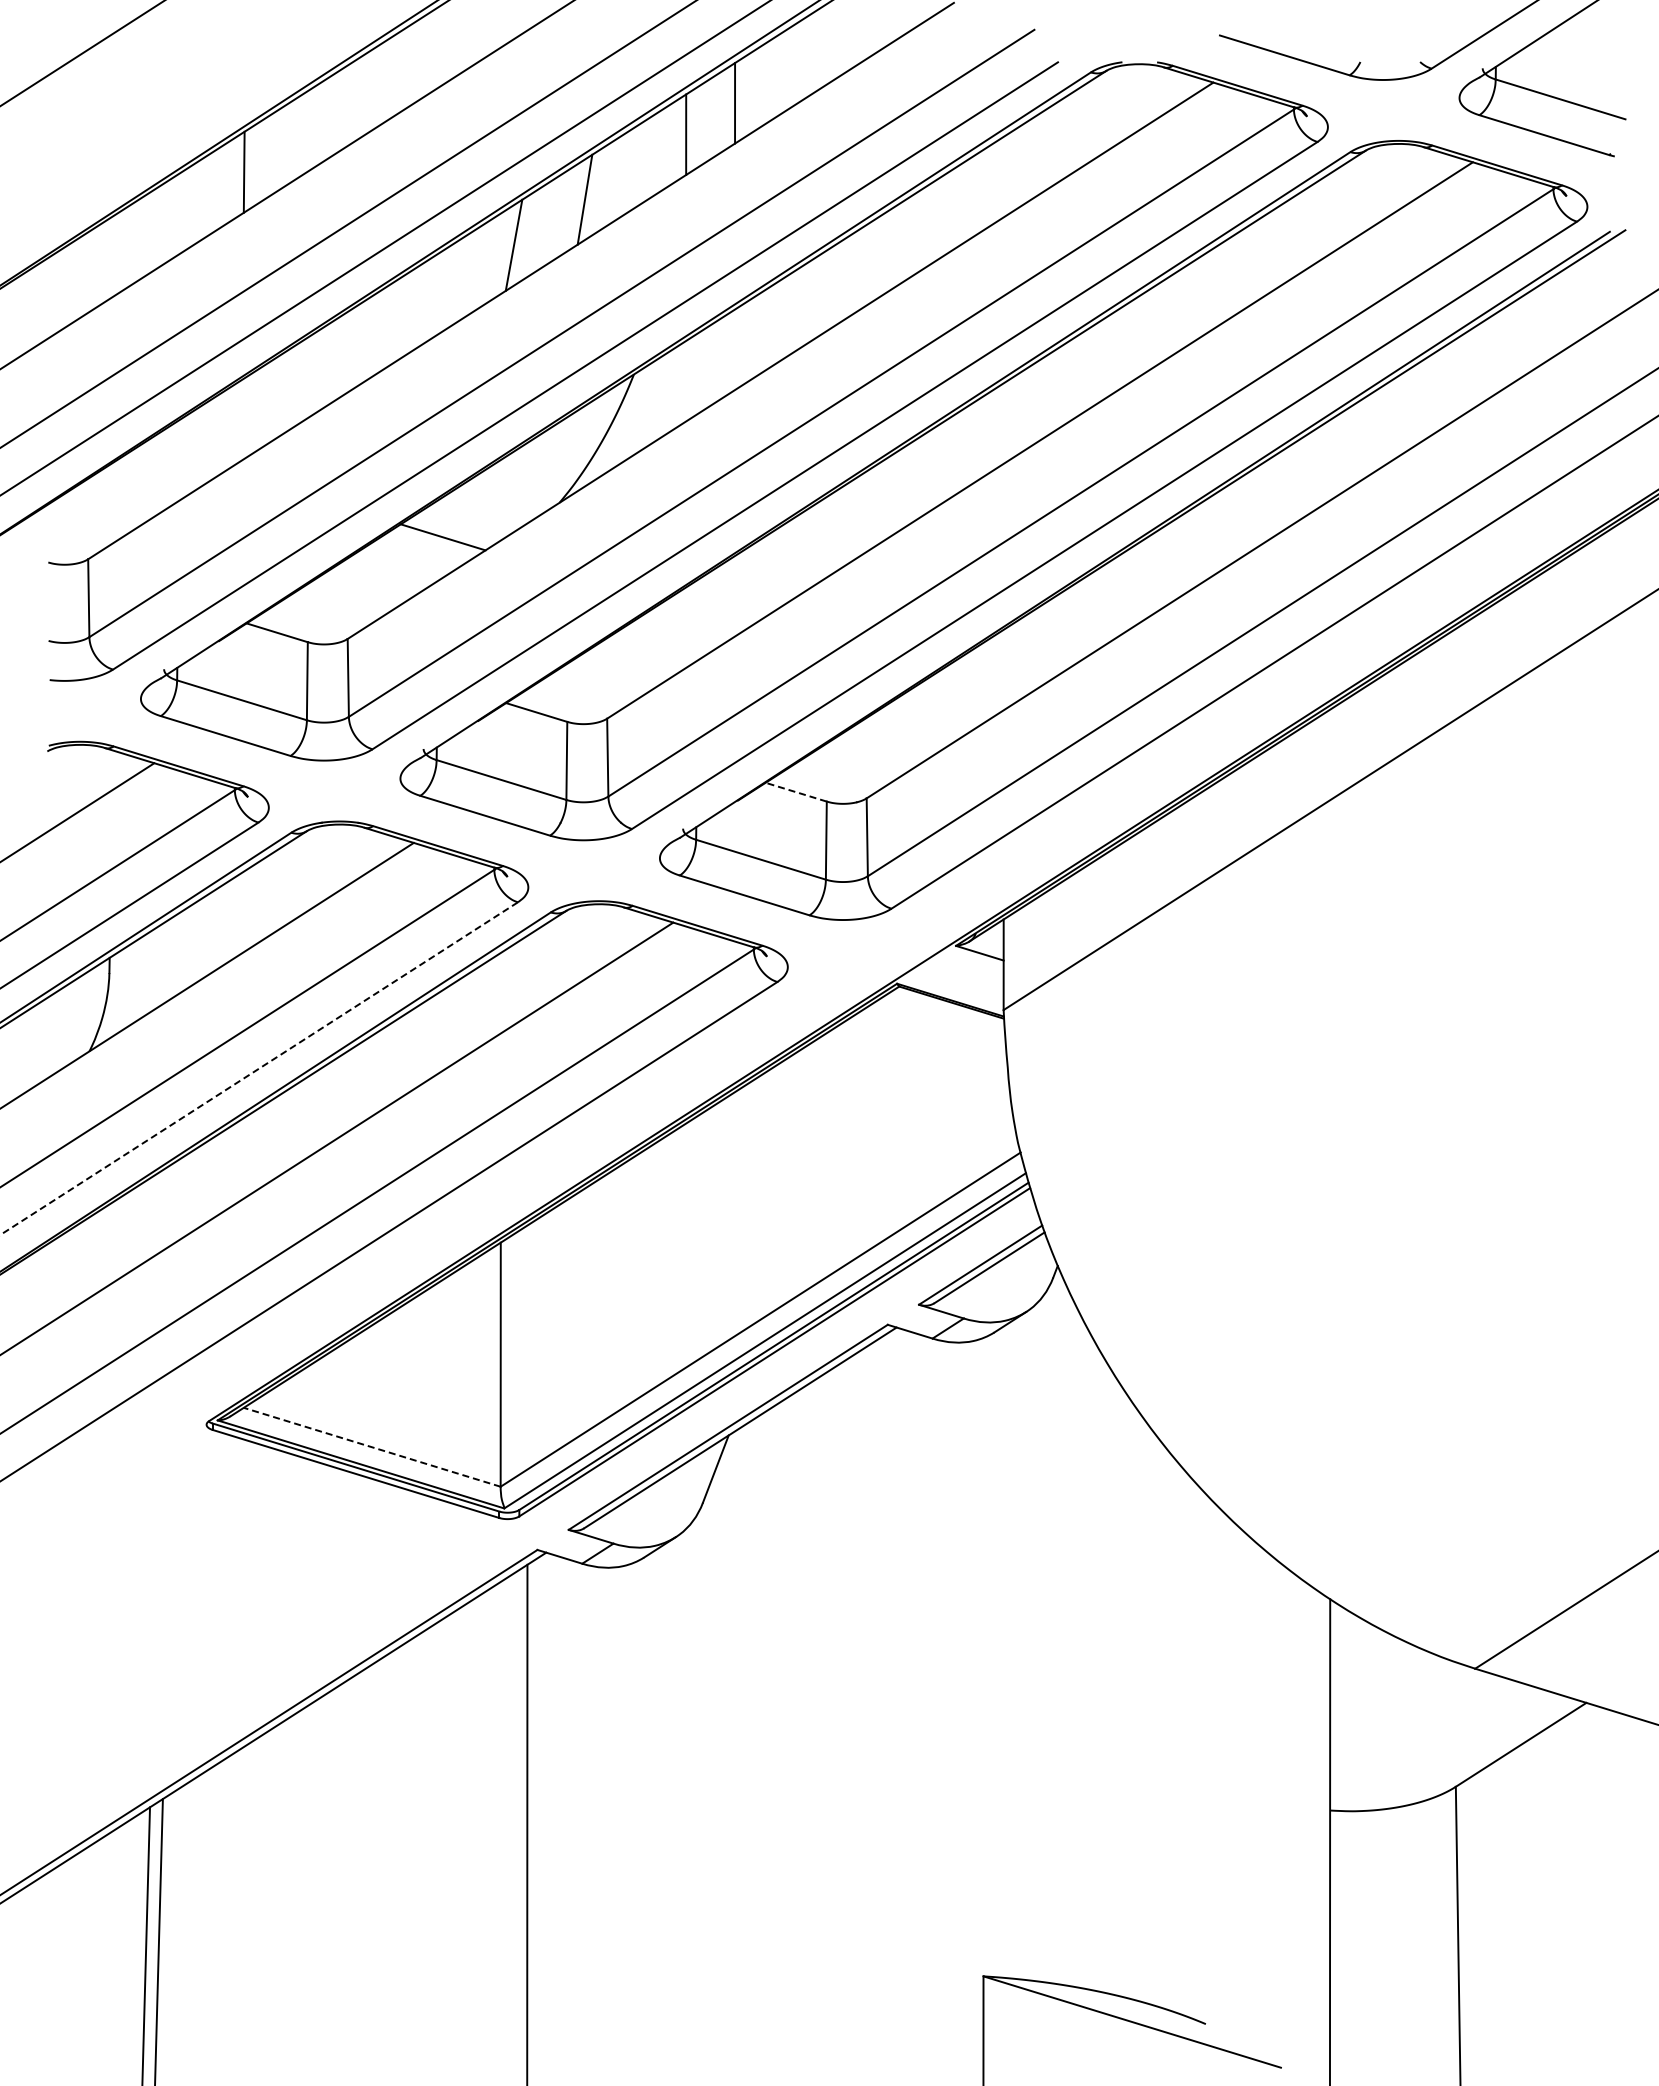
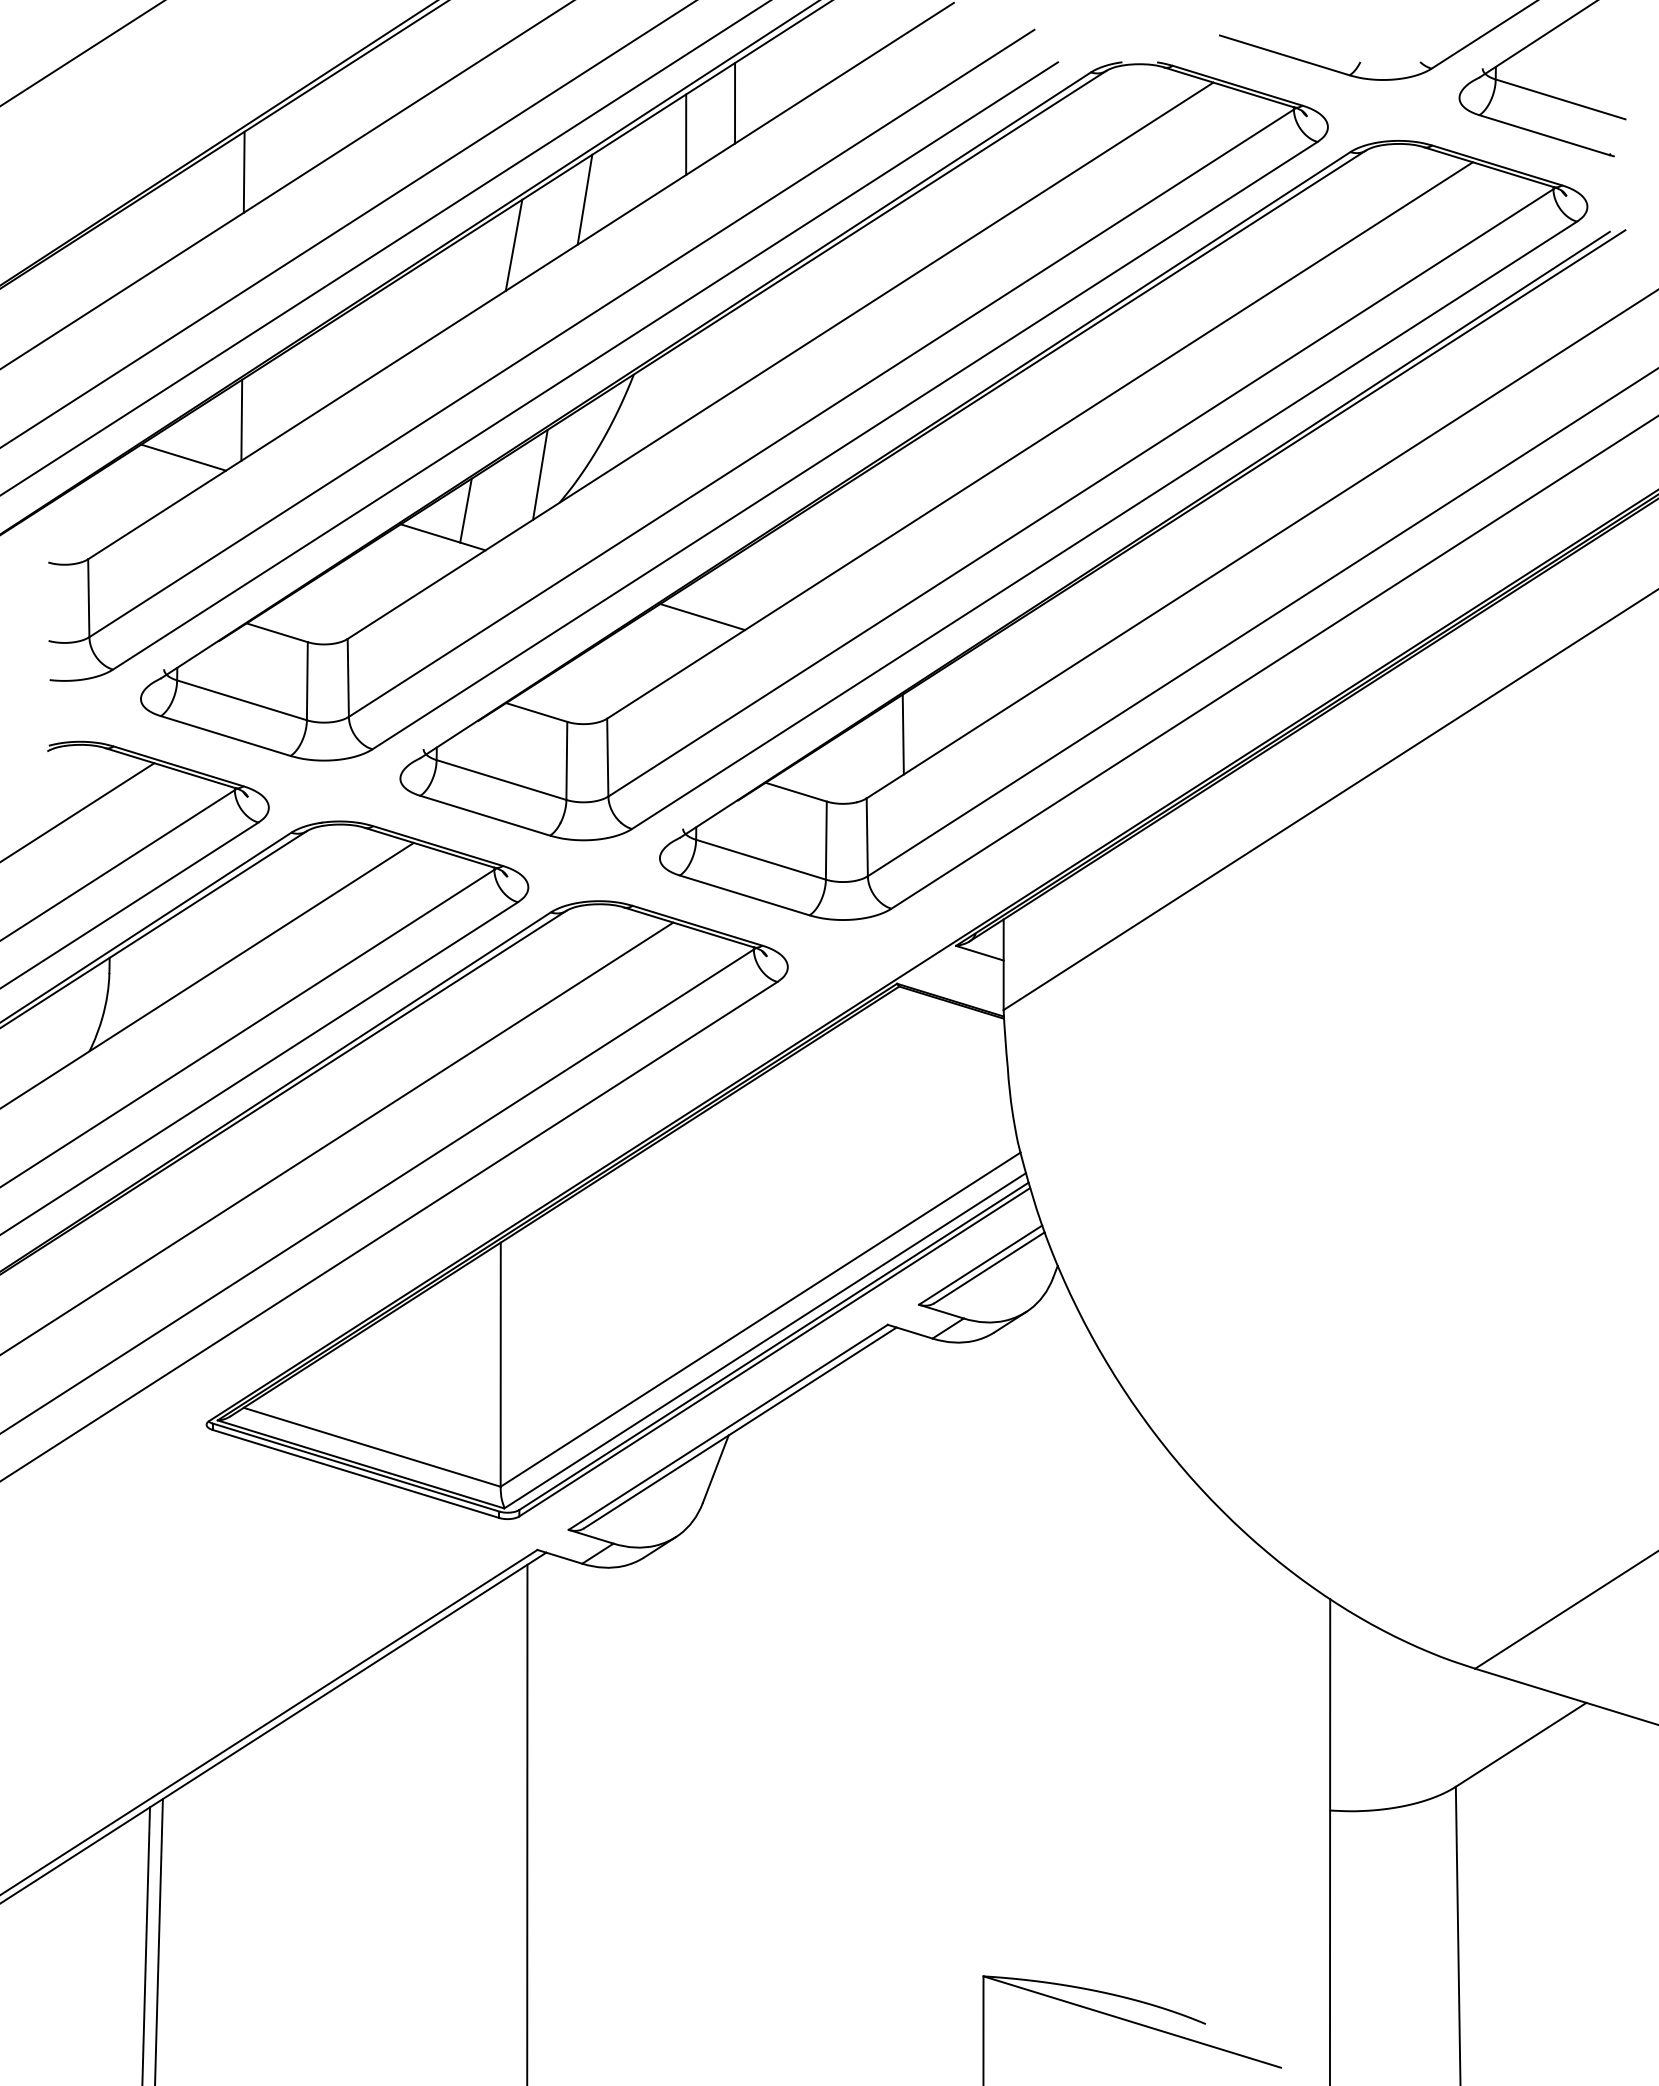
line at (241, 419): none -> present
line at (183, 457): none -> present
line at (540, 474): none -> present
line at (465, 510): none -> present
line at (702, 617): none -> present
line at (902, 734): none -> present
line at (796, 792): dashed -> solid
line at (258, 1068): dashed -> solid
line at (371, 1447): dashed -> solid
